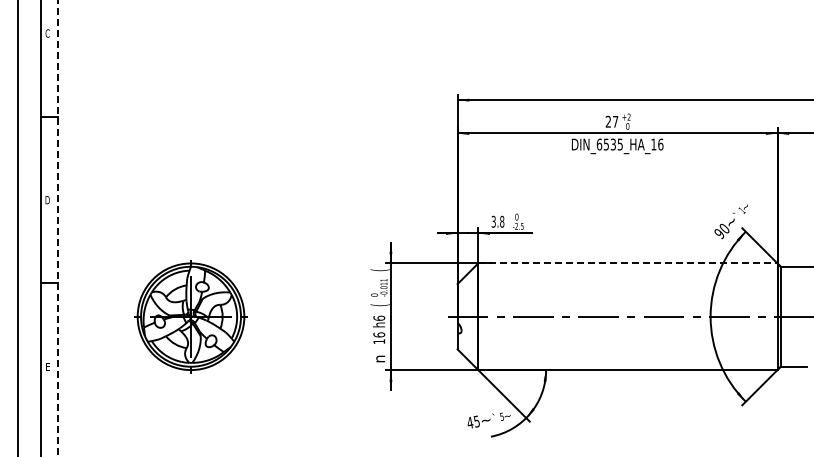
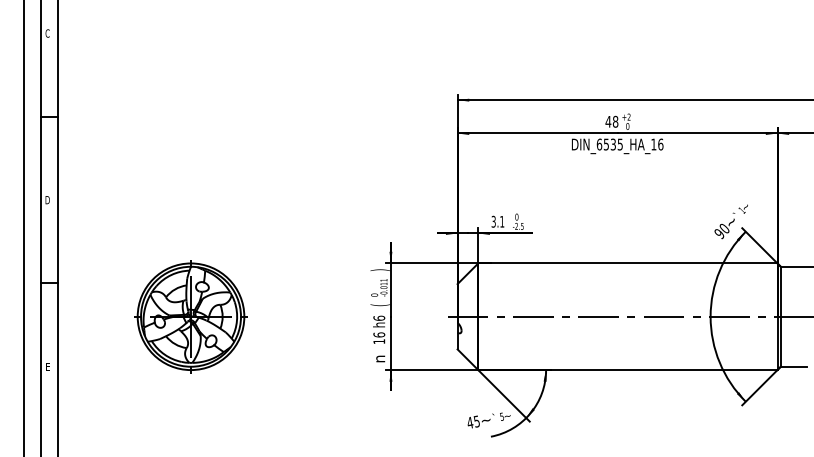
text at (611, 121): 27 -> 48
text at (502, 221): 3.8 -> 3.1
line at (18, 227) position: (18, 227) -> (24, 227)
line at (57, 228): dashed -> solid
line at (627, 263): dashed -> solid
text at (379, 270): ( -> )
